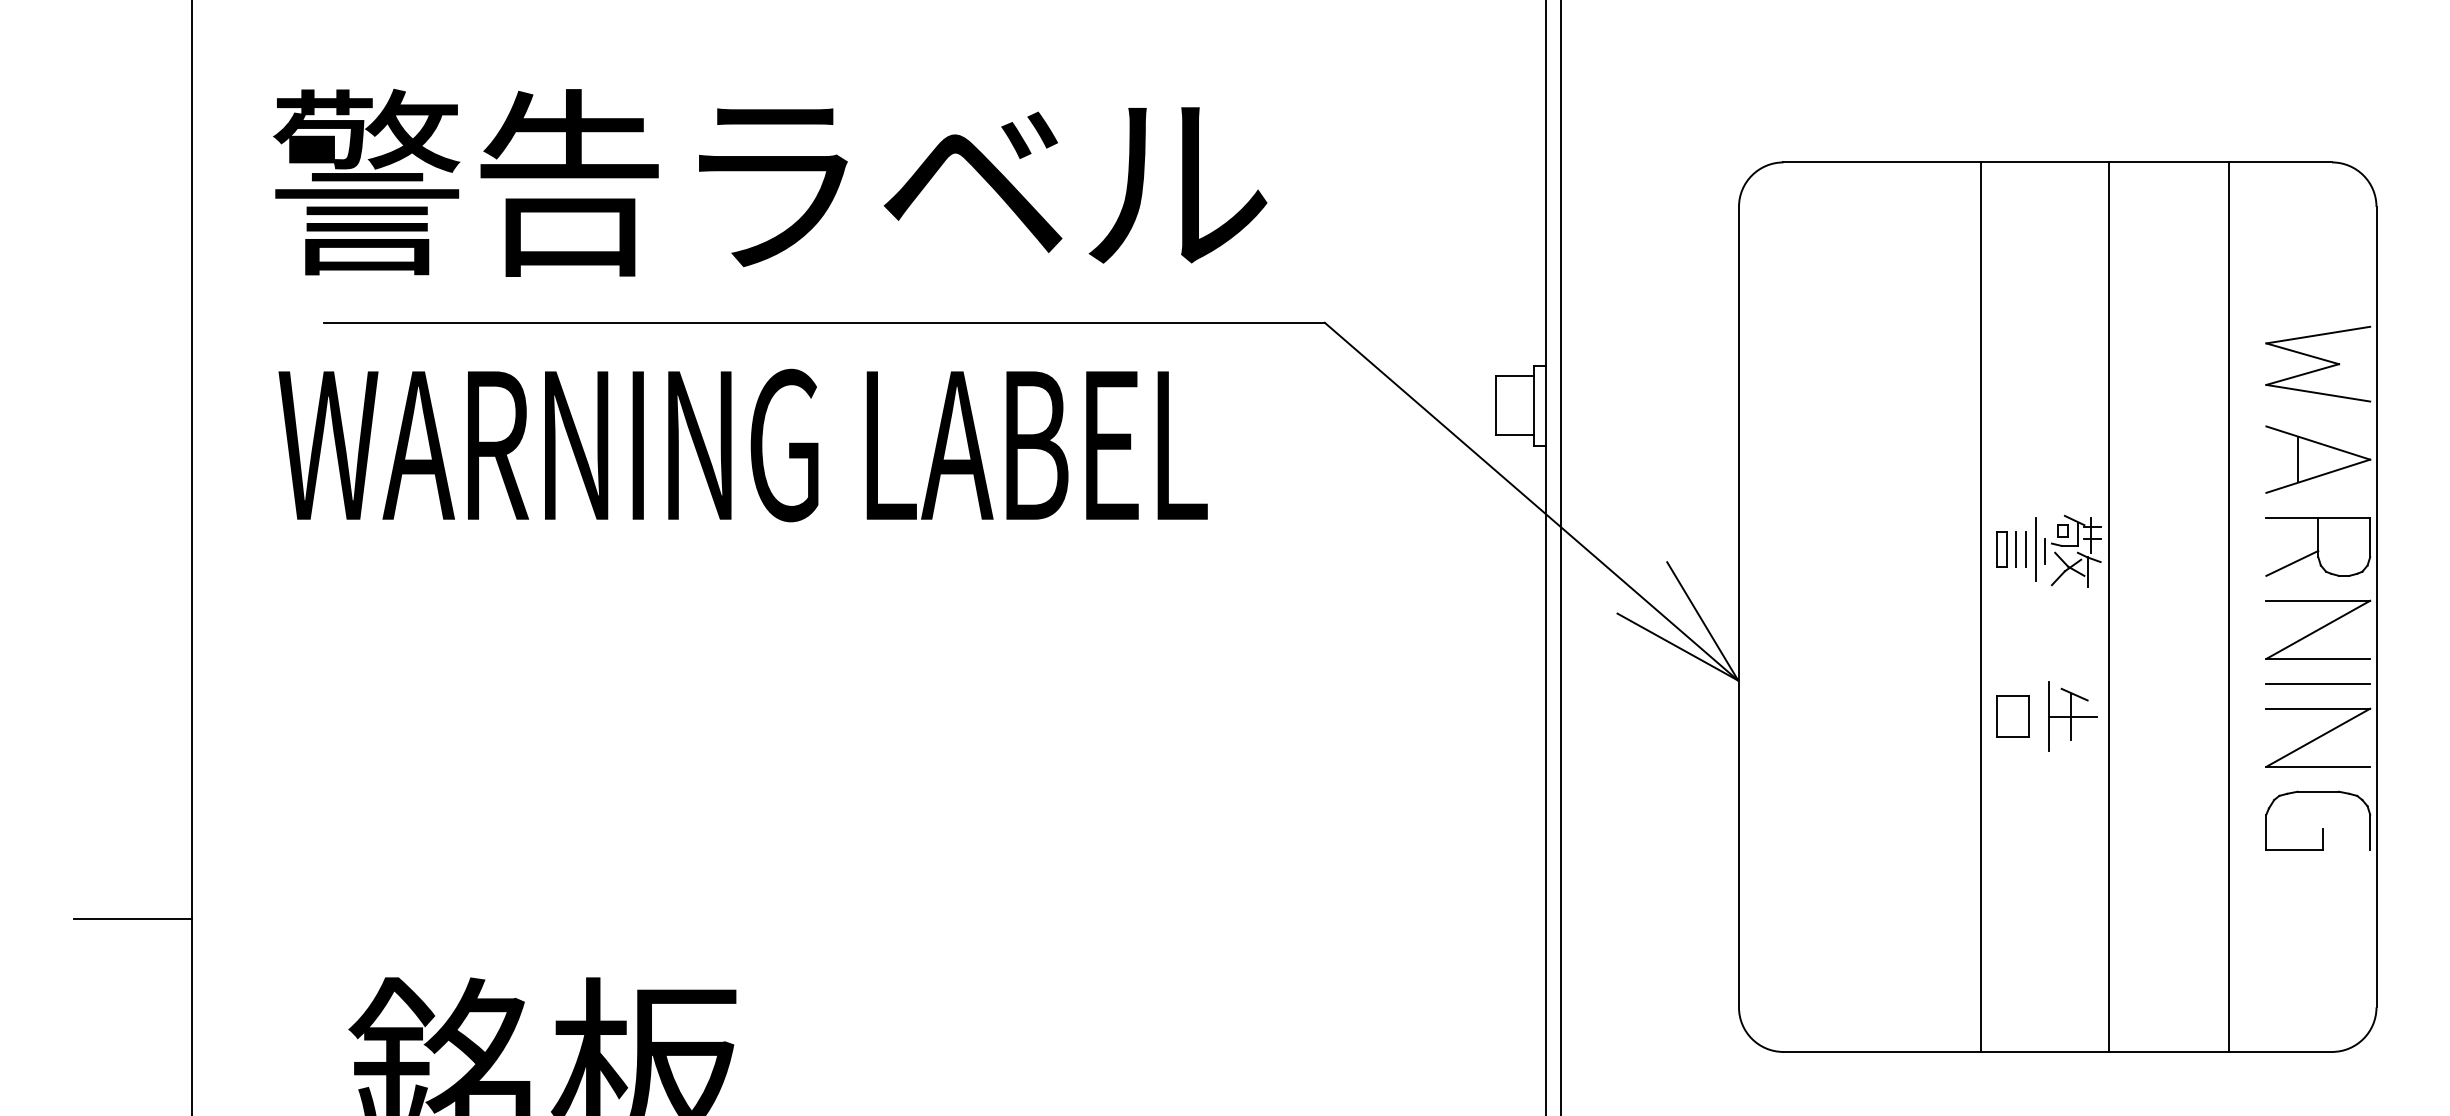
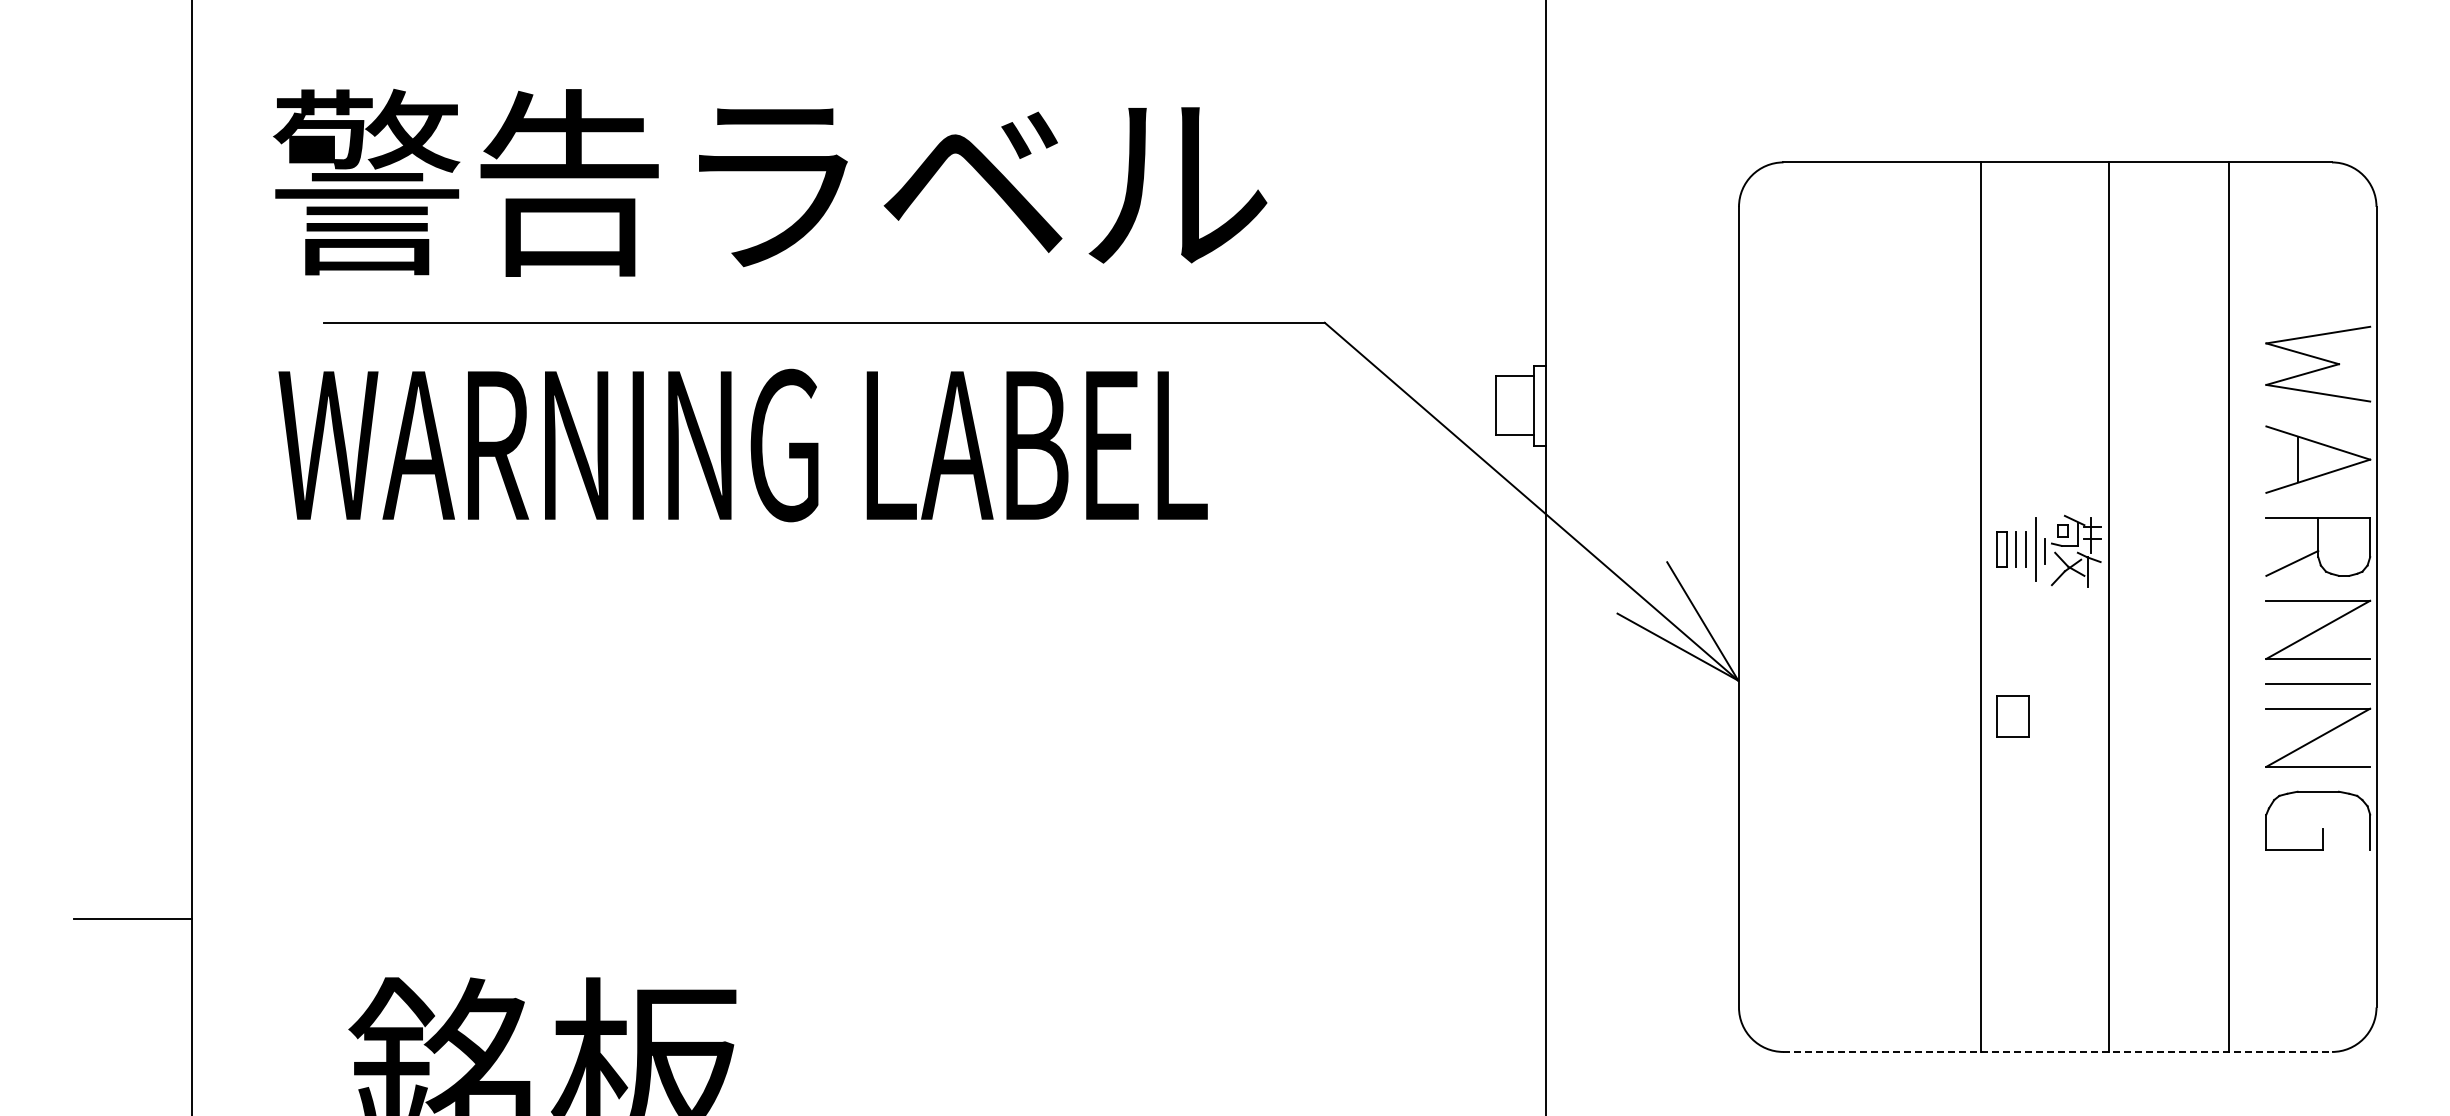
line at (1561, 557): present -> none
part at (2072, 716): present -> none
line at (2058, 1051): solid -> dashed
